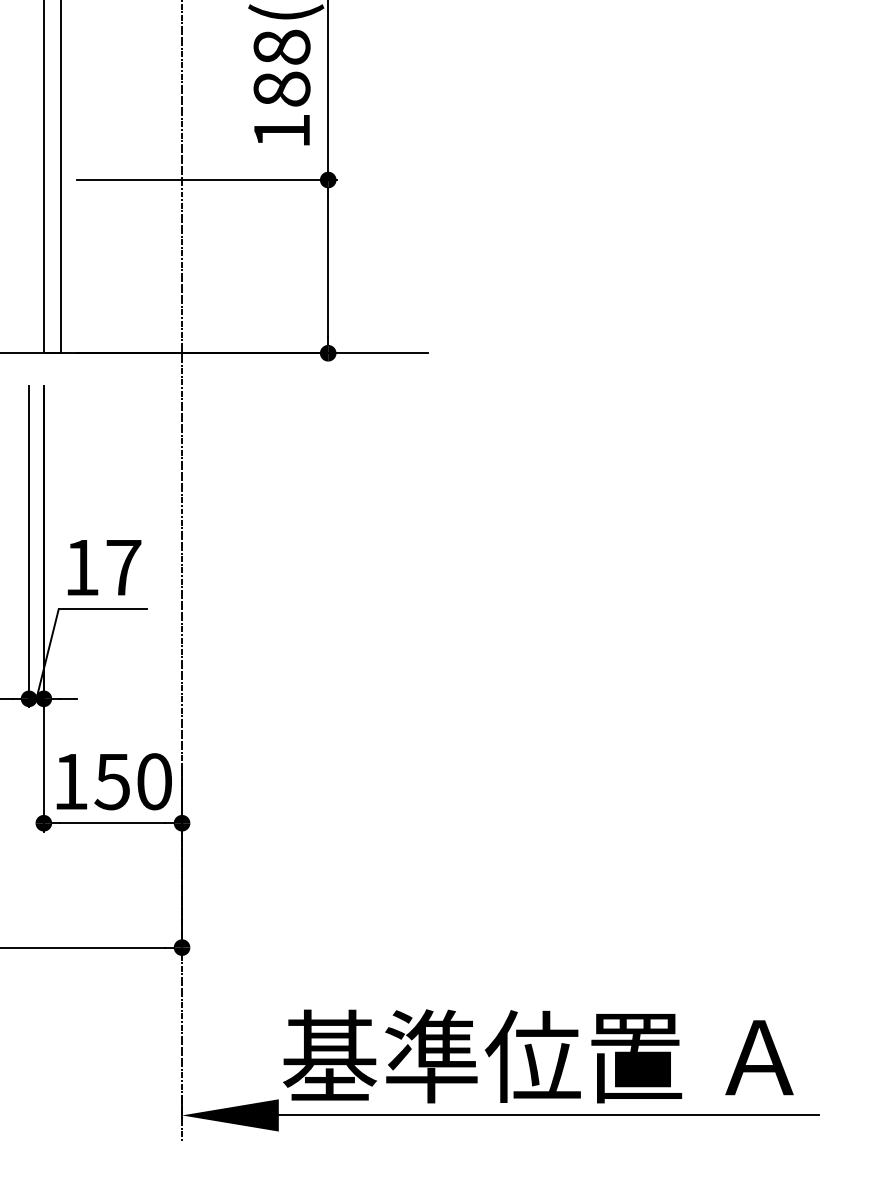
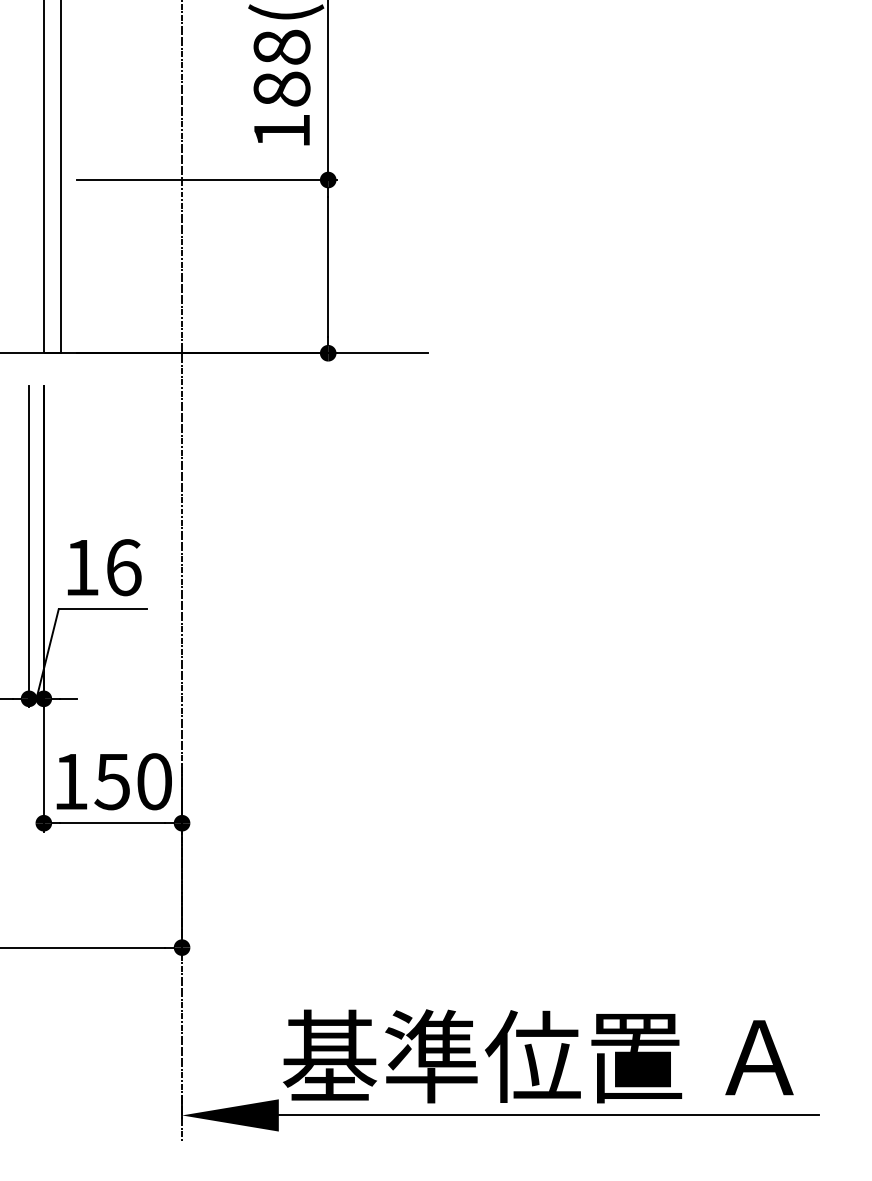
text at (123, 567): 17 -> 16
